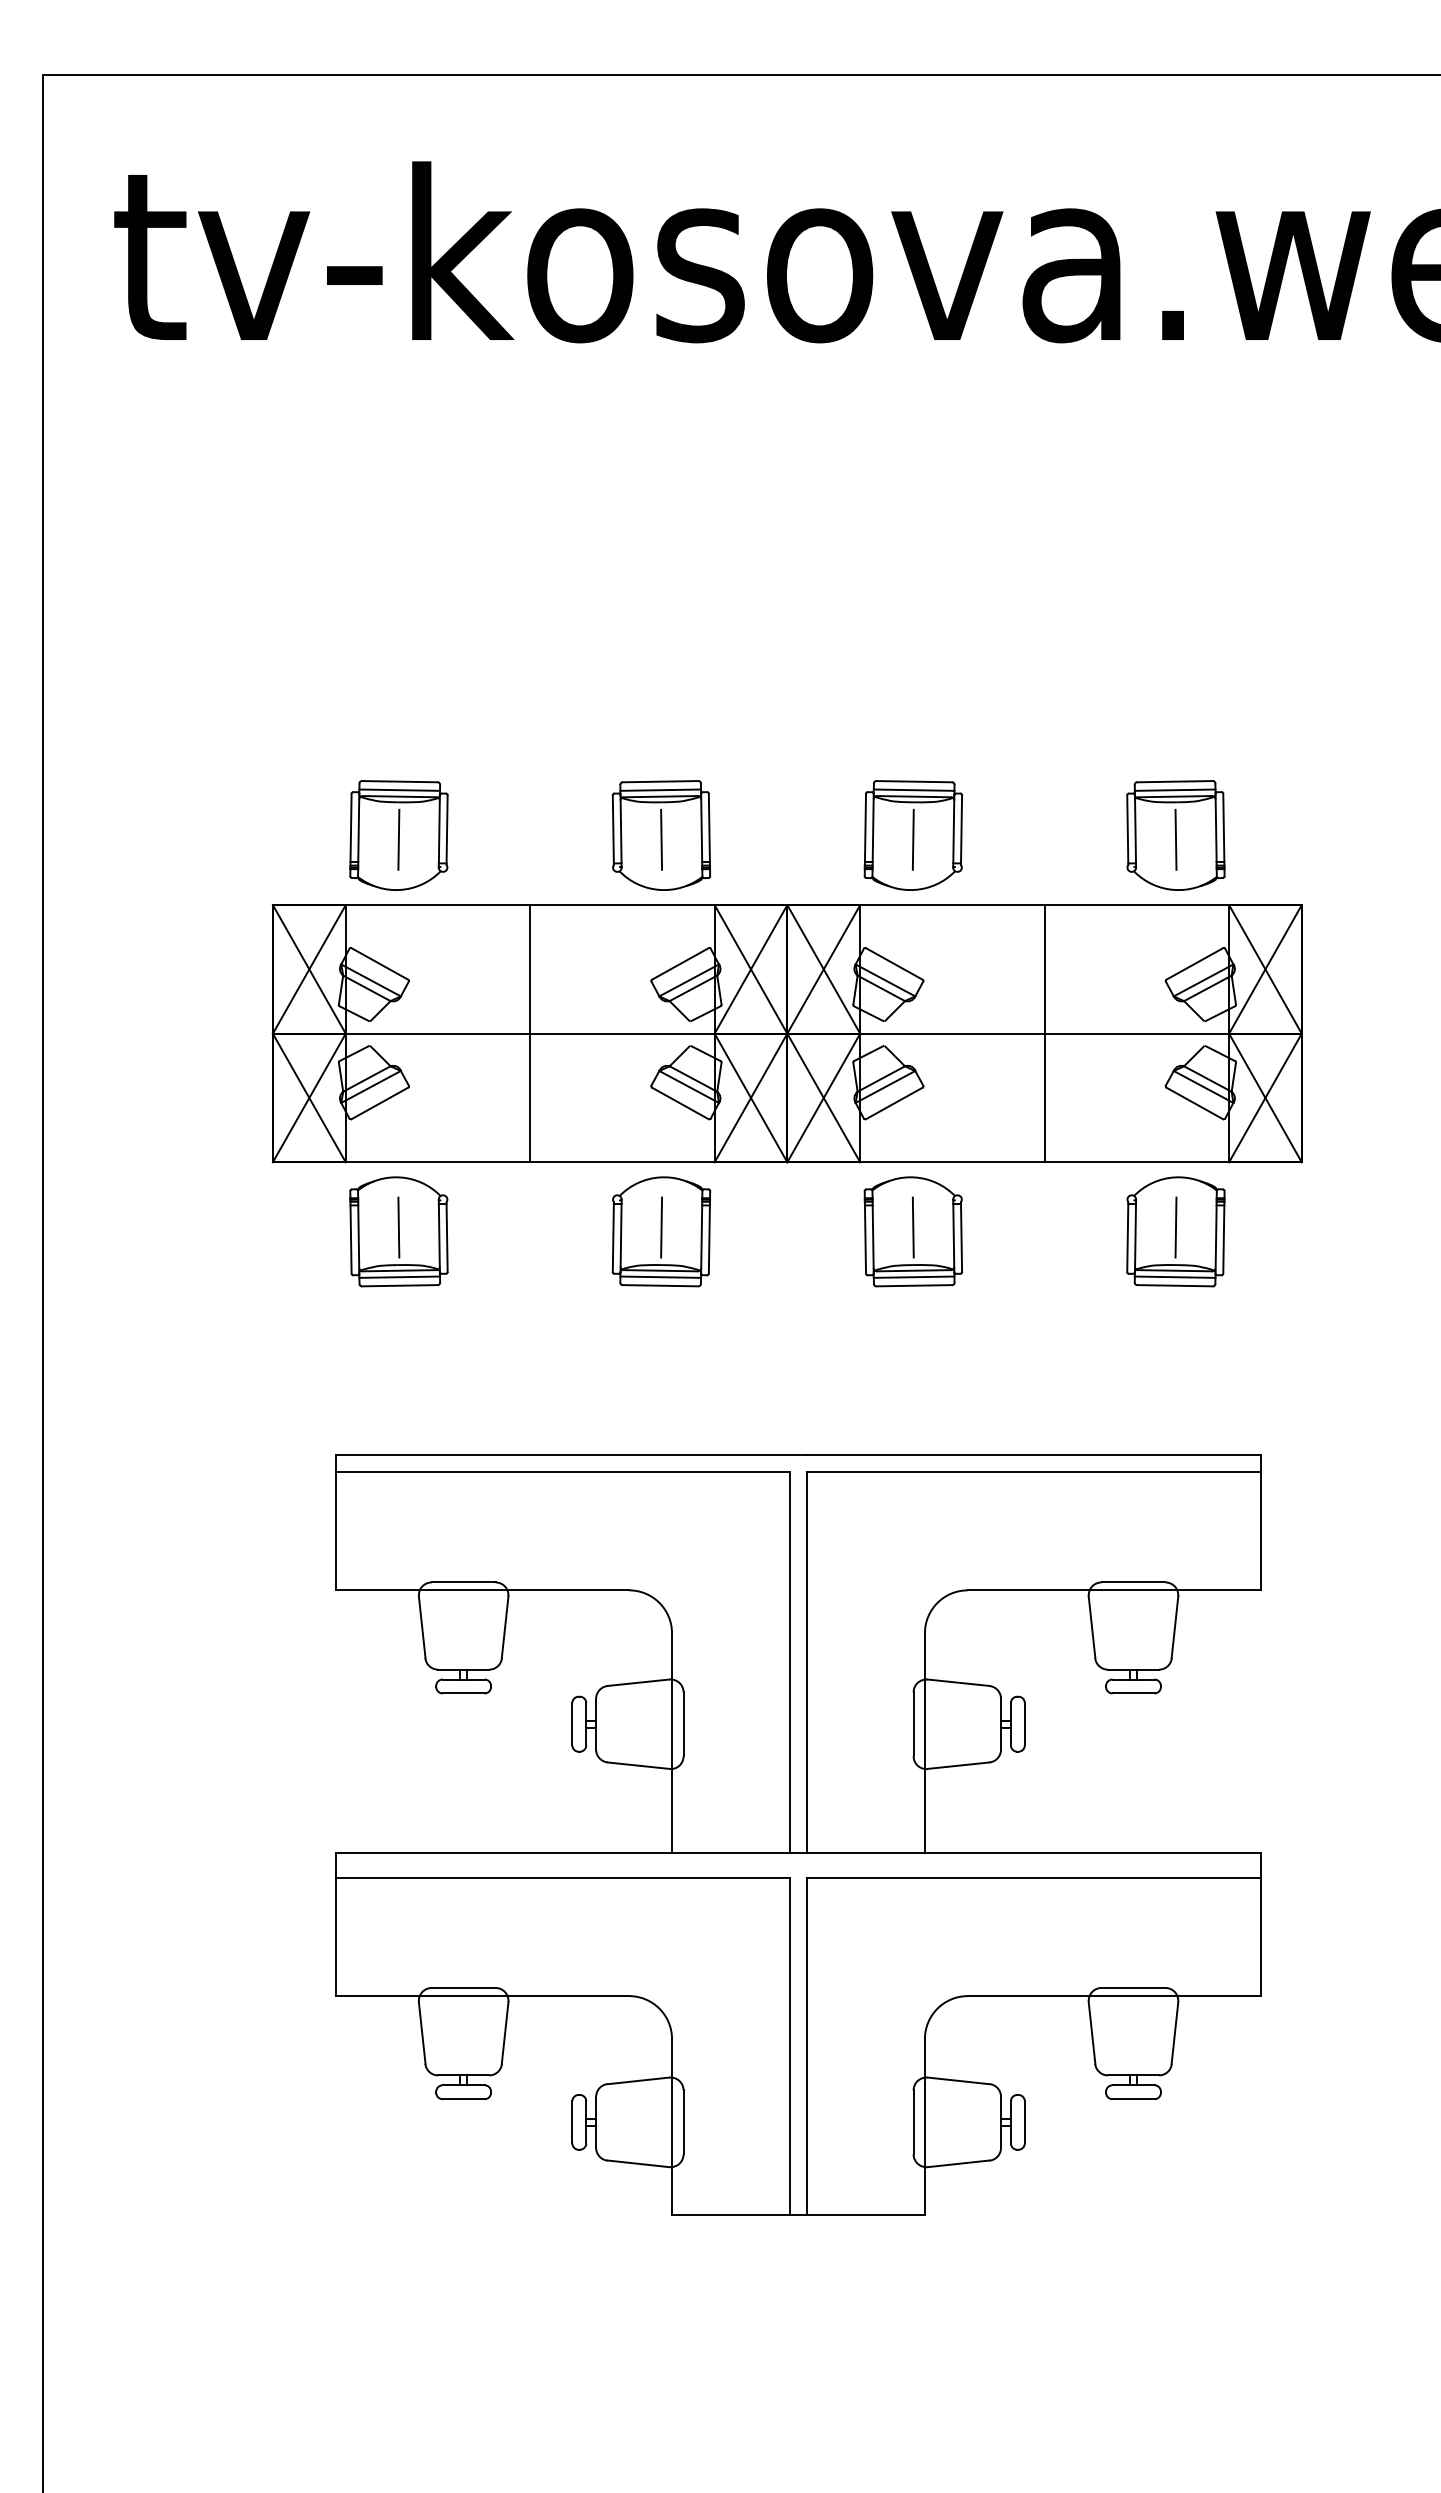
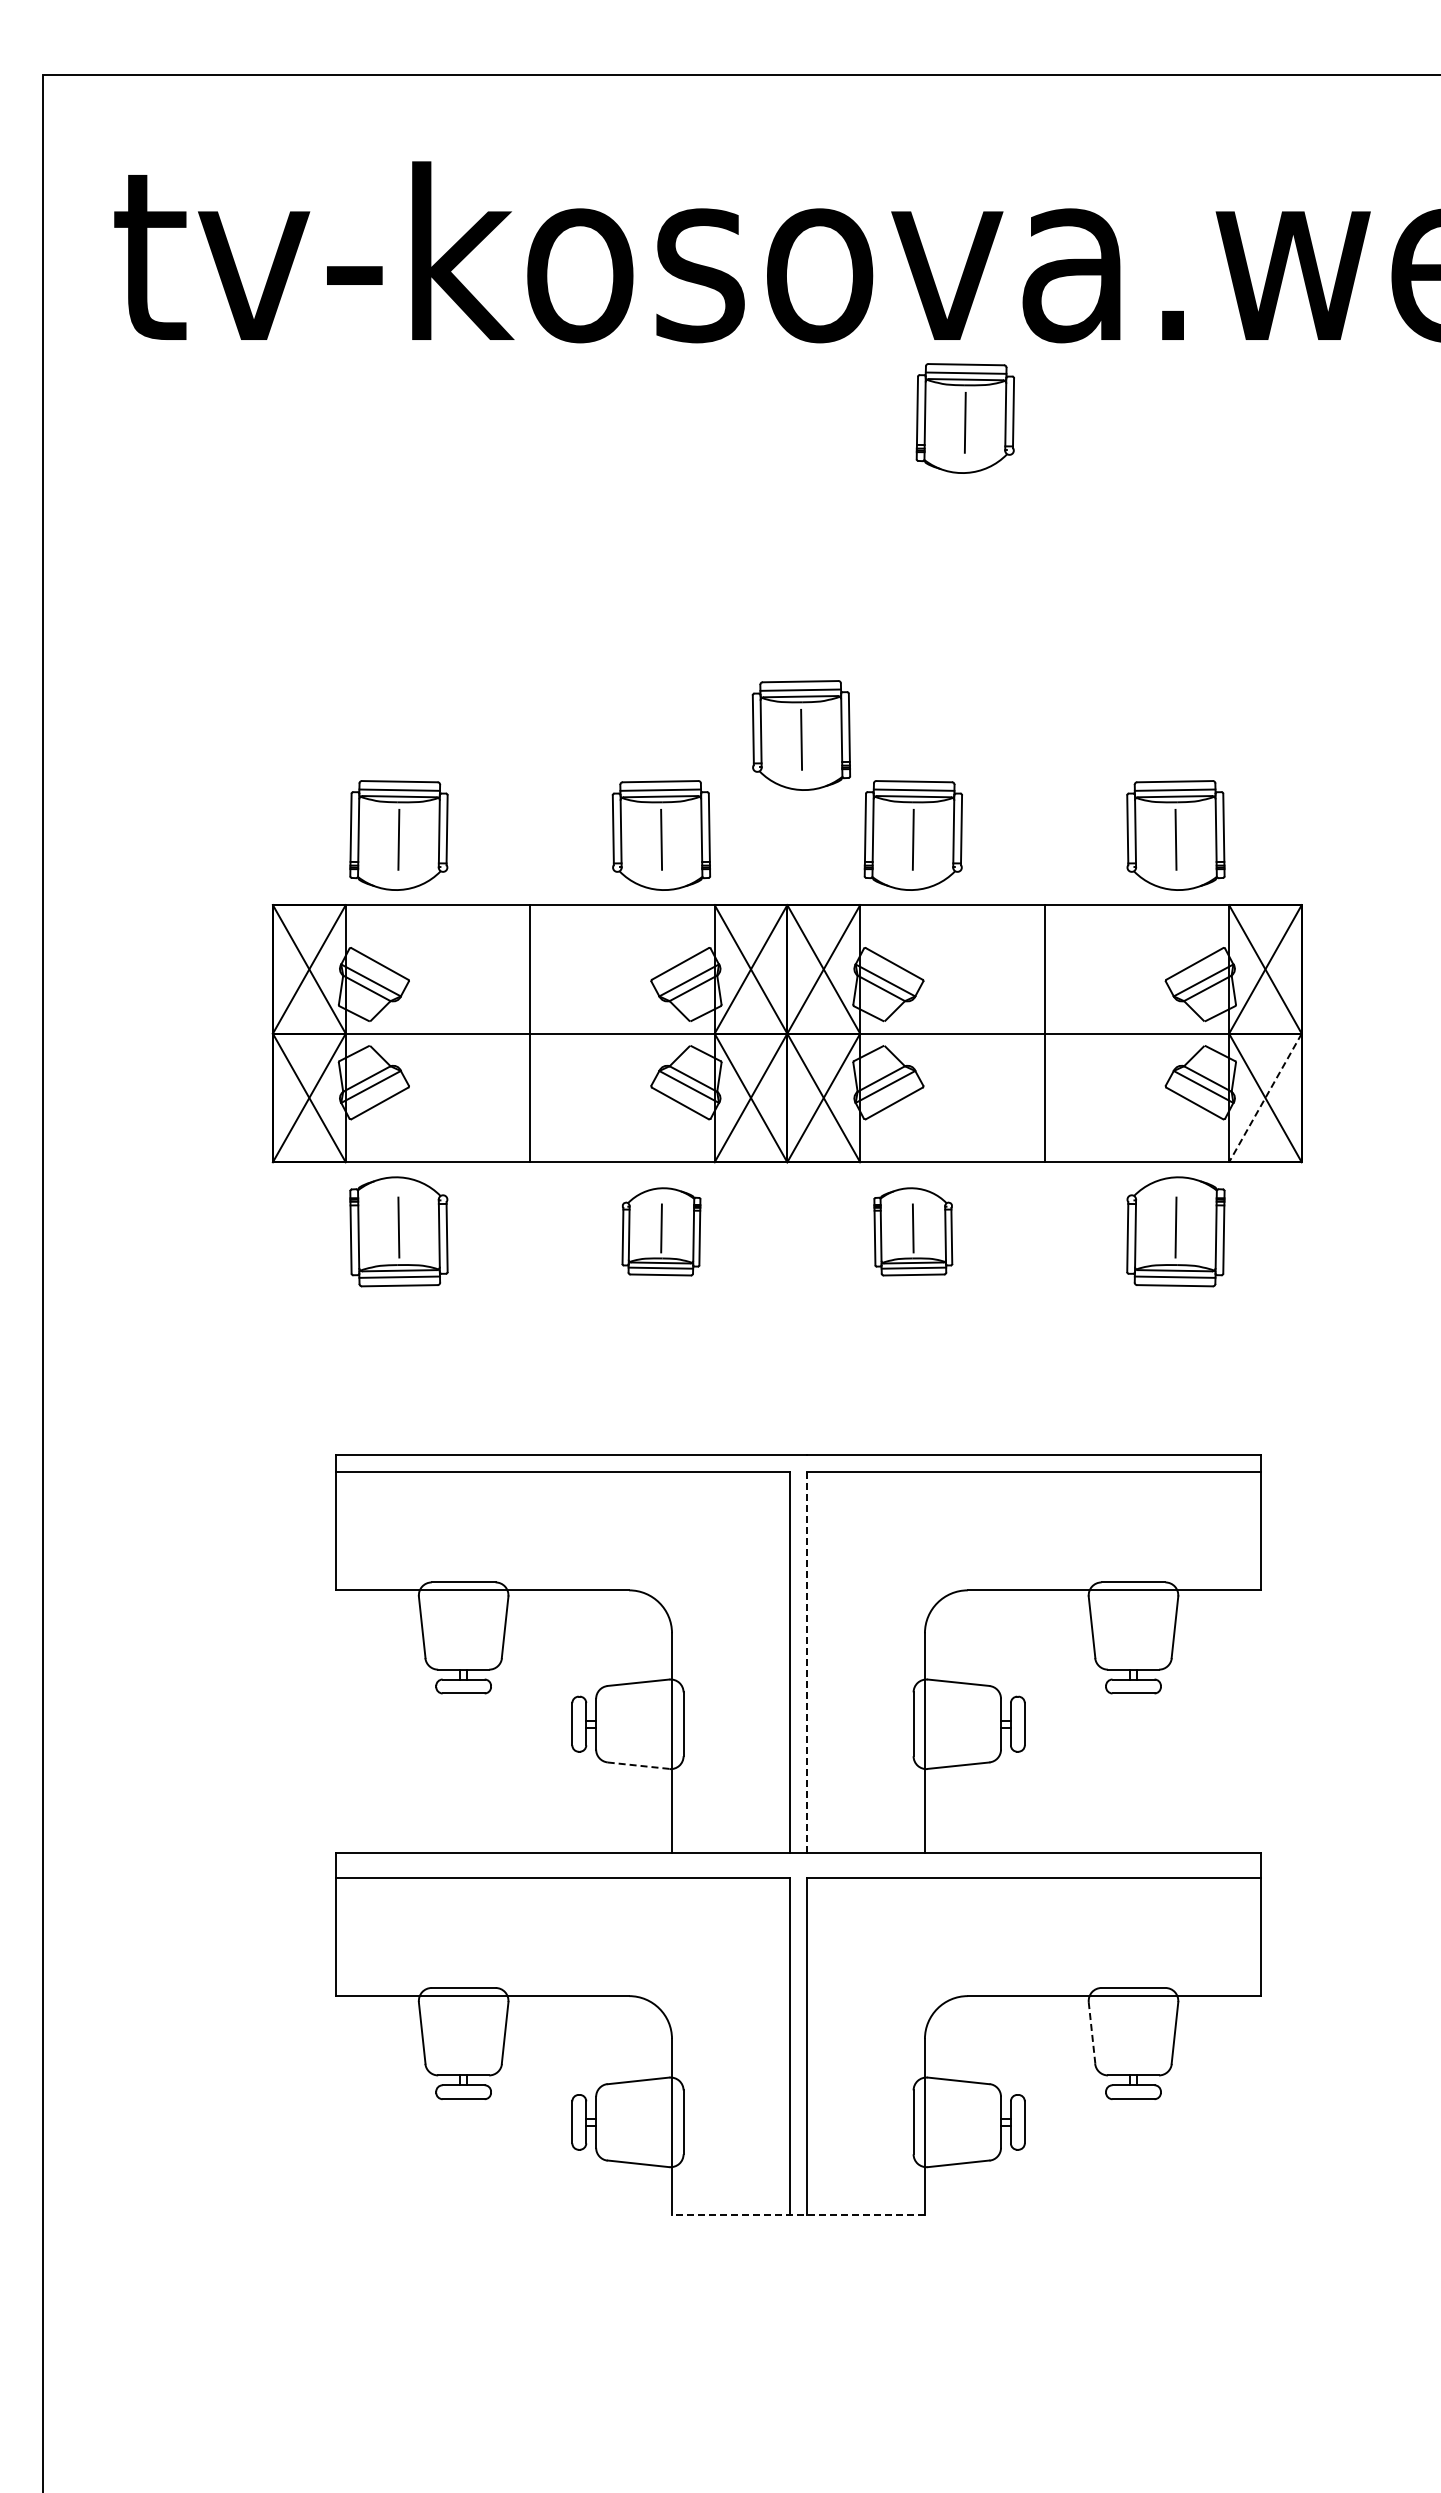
part at (964, 418): none -> present
part at (801, 735): none -> present
line at (1265, 1098): solid -> dashed
part at (661, 1231) size: 101x112 px -> 81x90 px
part at (912, 1231) size: 100x112 px -> 81x90 px
line at (807, 1661): solid -> dashed
line at (639, 1765): solid -> dashed
line at (1092, 2033): solid -> dashed
line at (797, 2215): solid -> dashed
